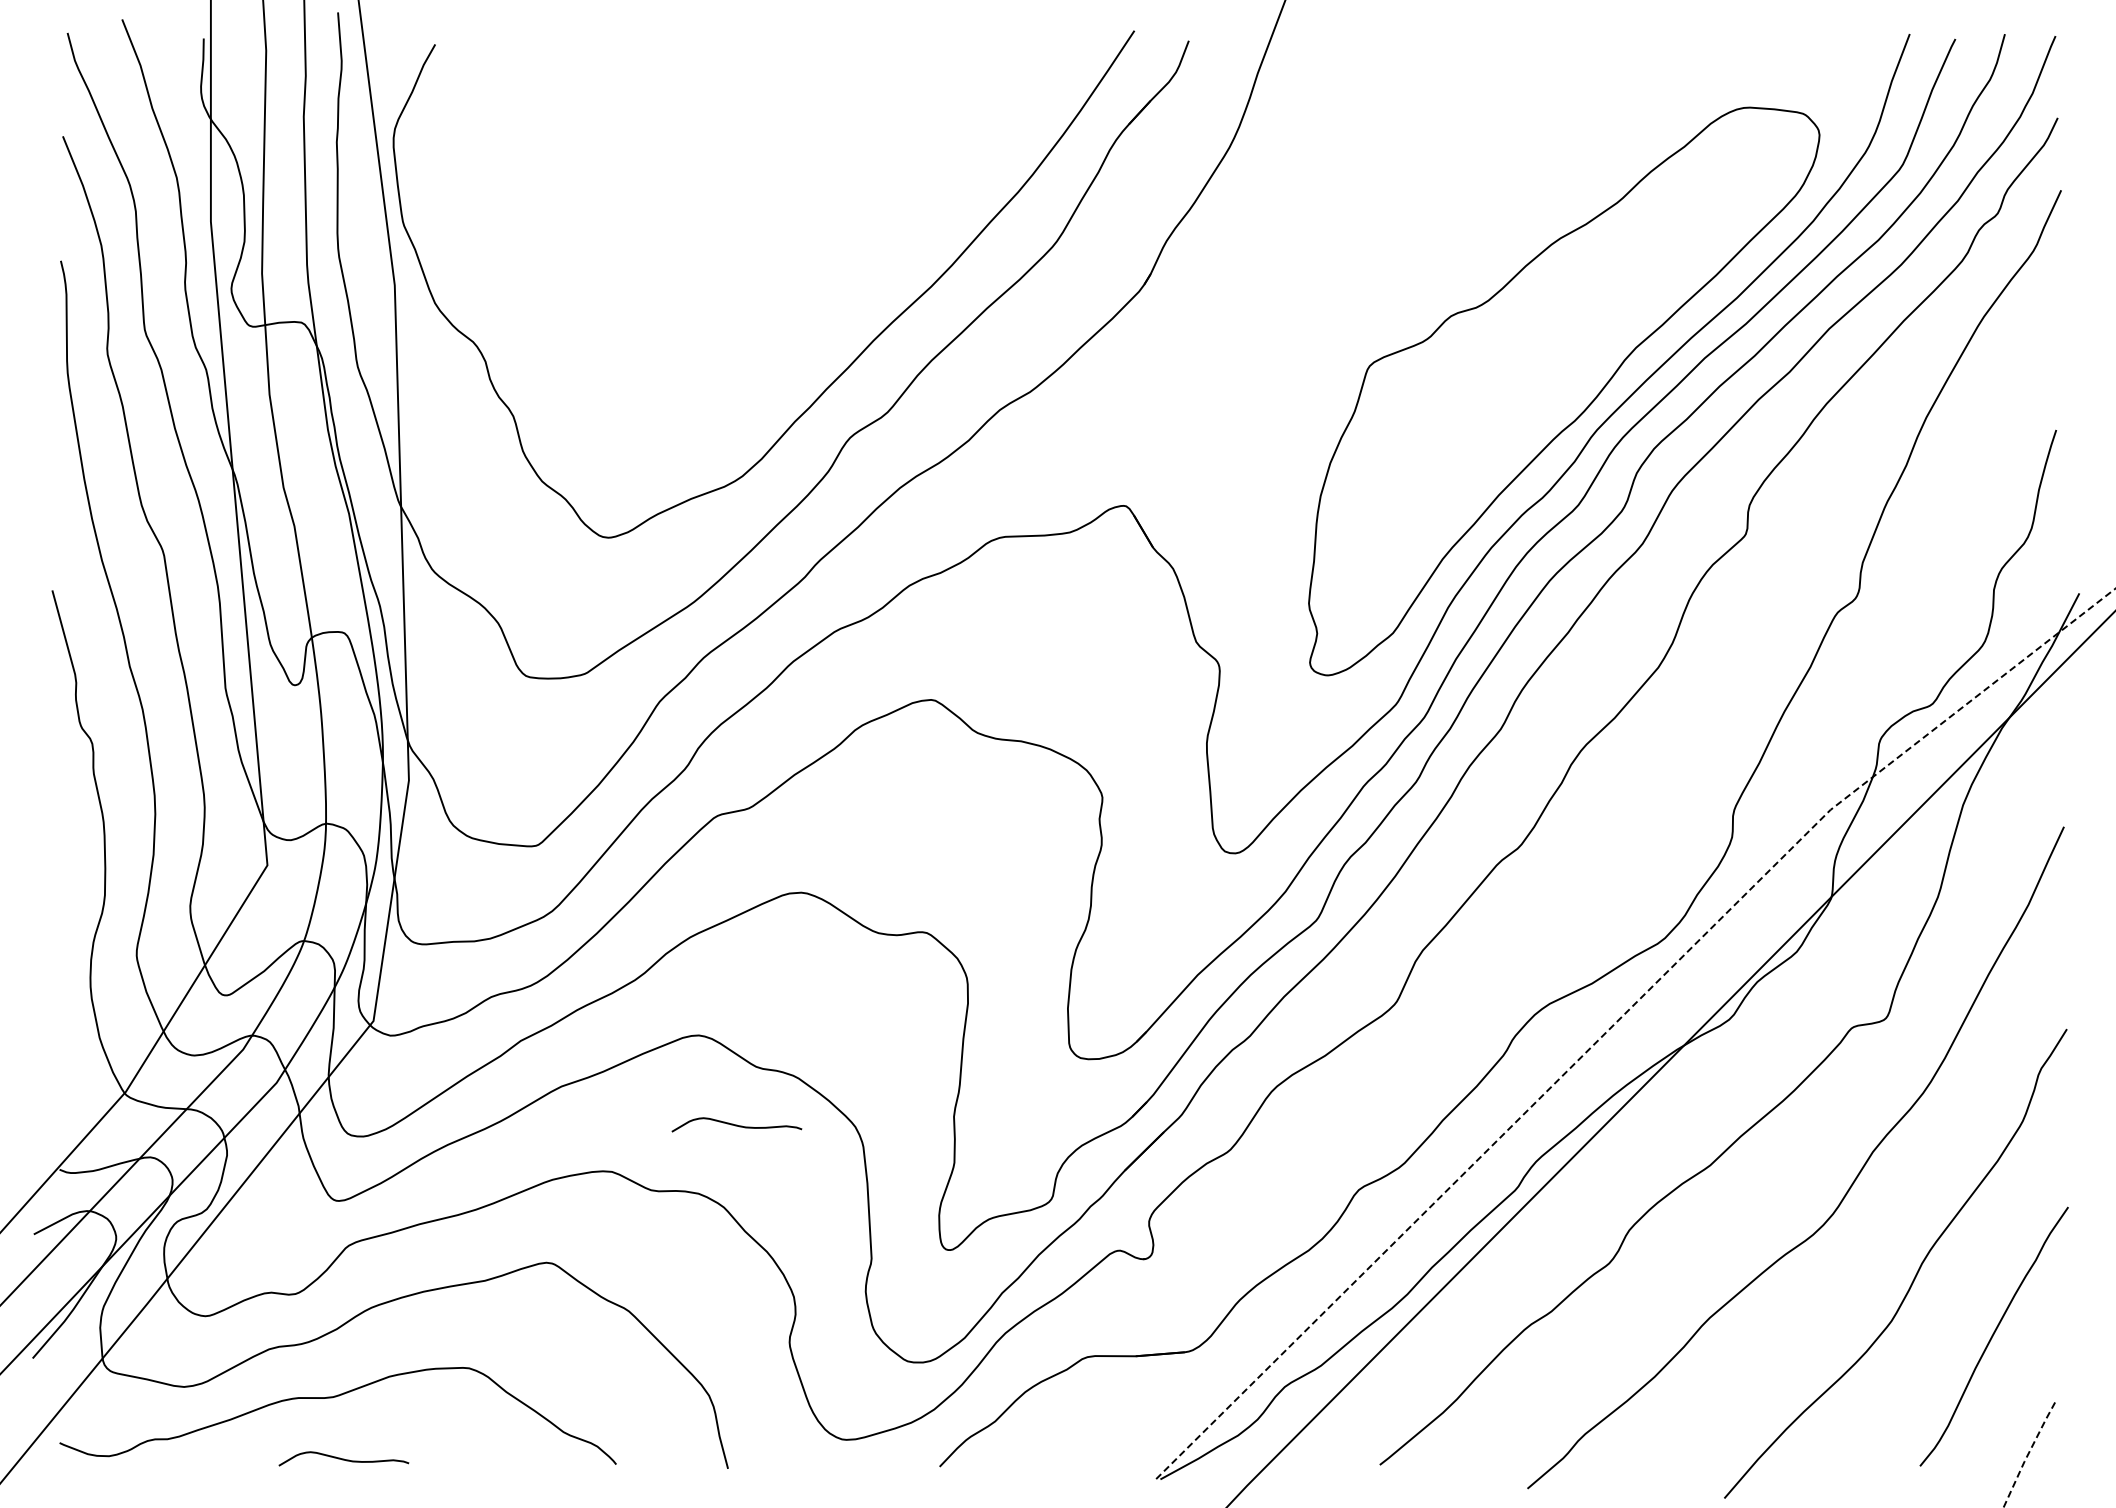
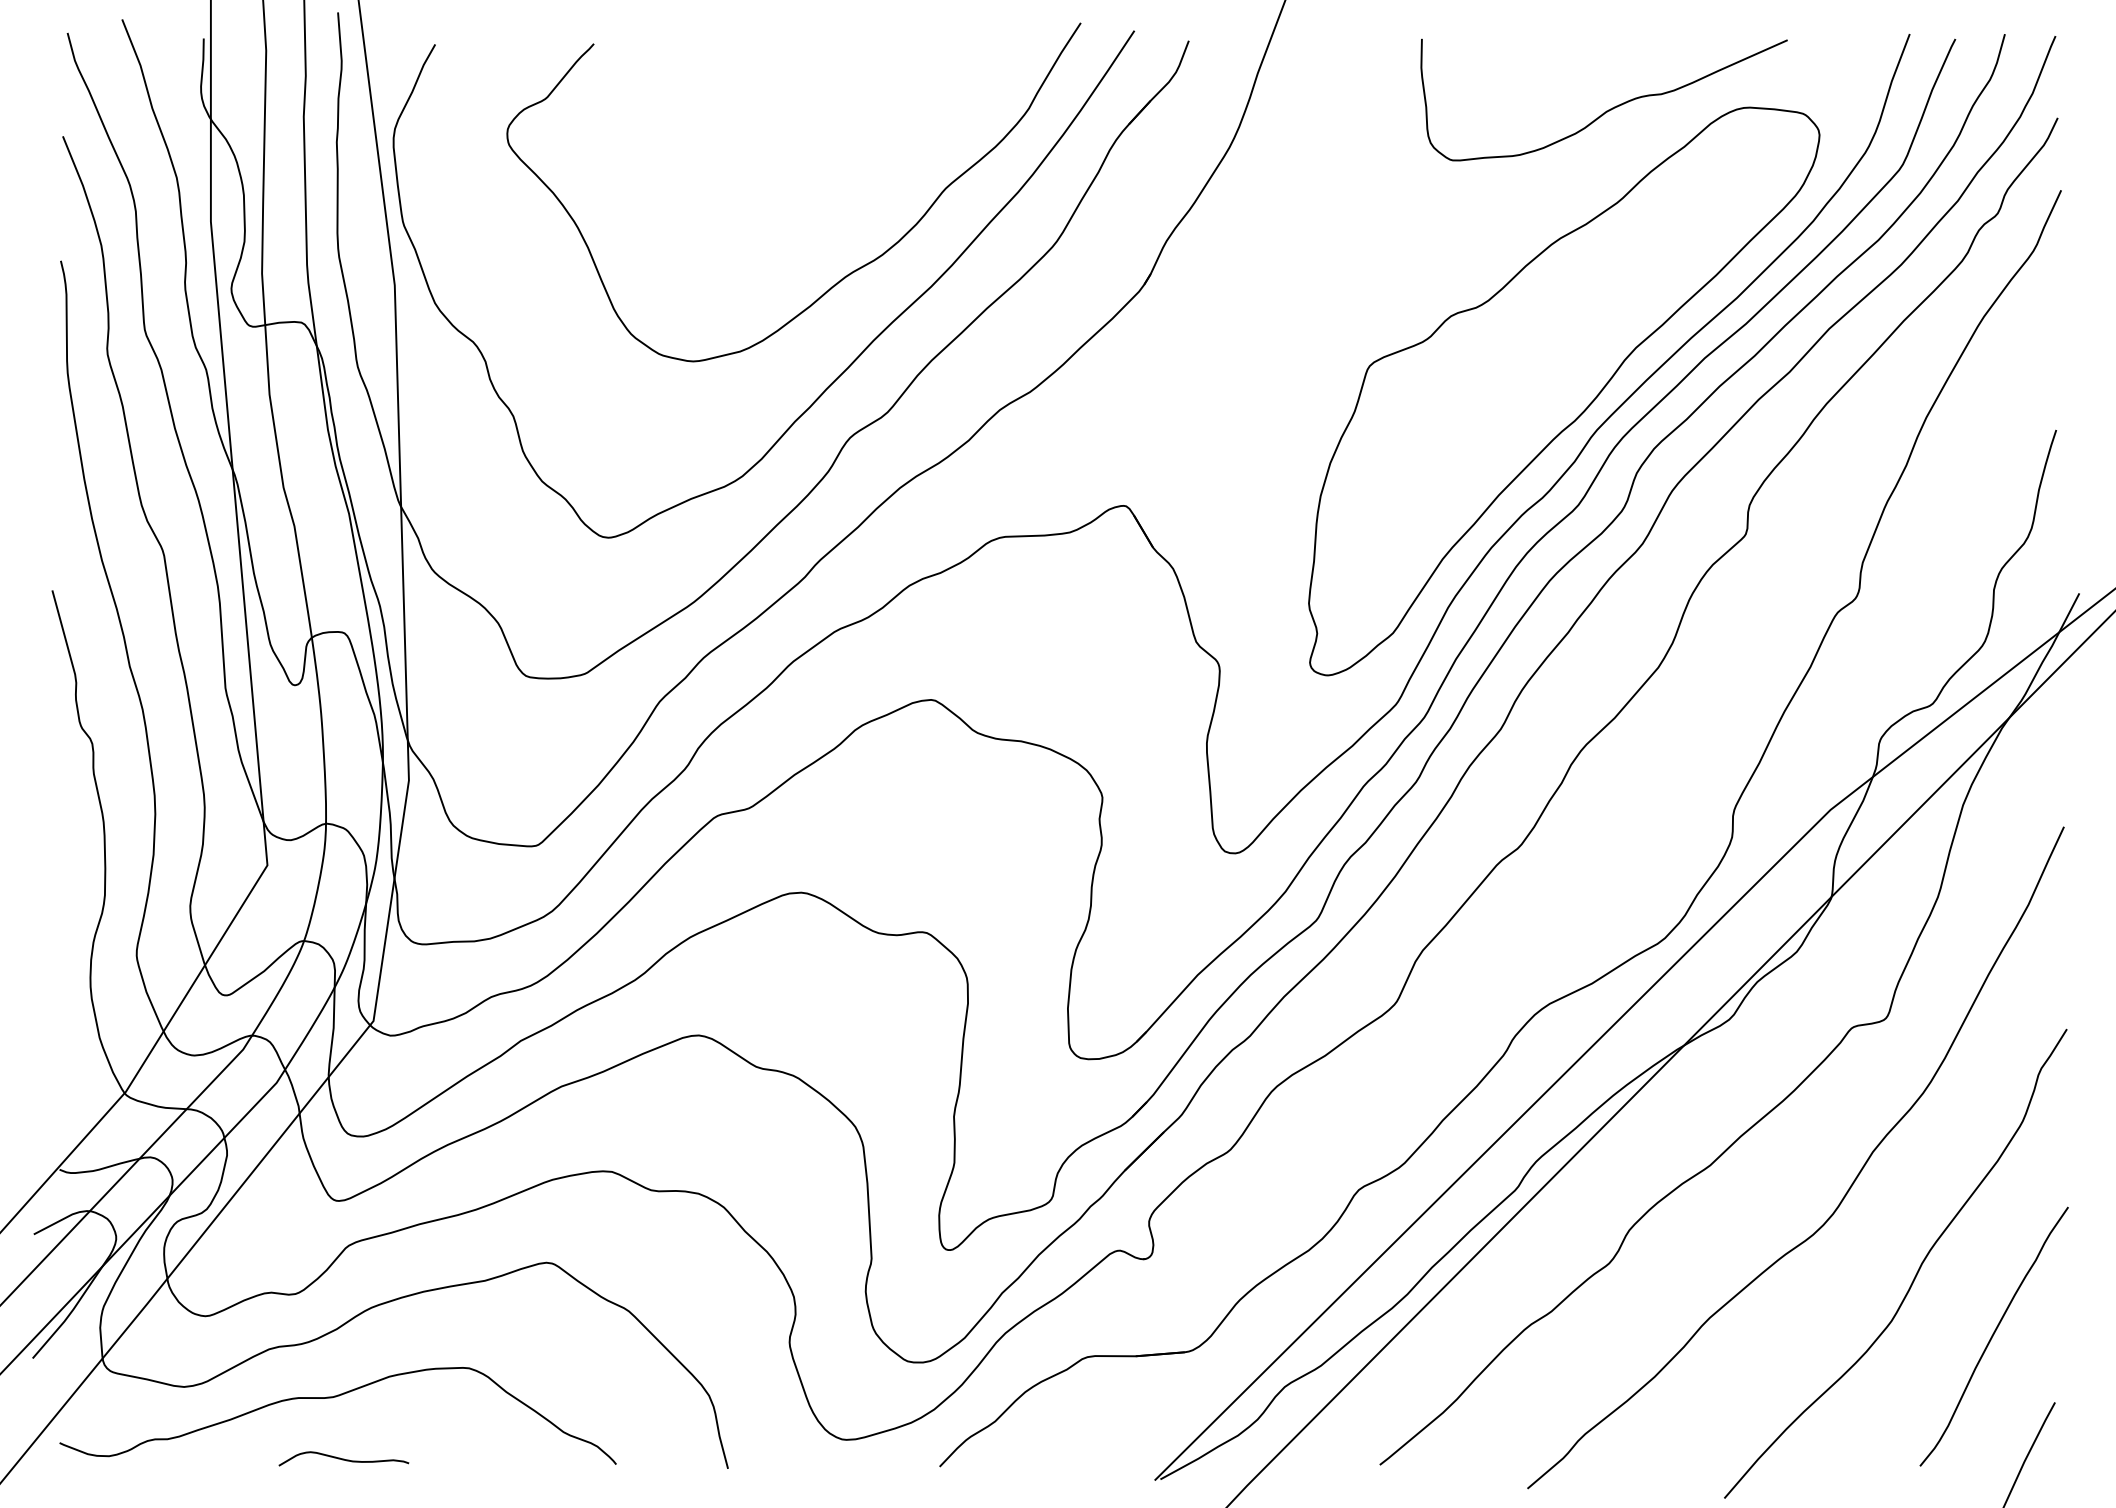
curve at (1608, 109): none -> present
curve at (847, 274): none -> present
line at (1620, 1018): dashed -> solid
curve at (736, 1124): present -> none
line at (2028, 1454): dashed -> solid
